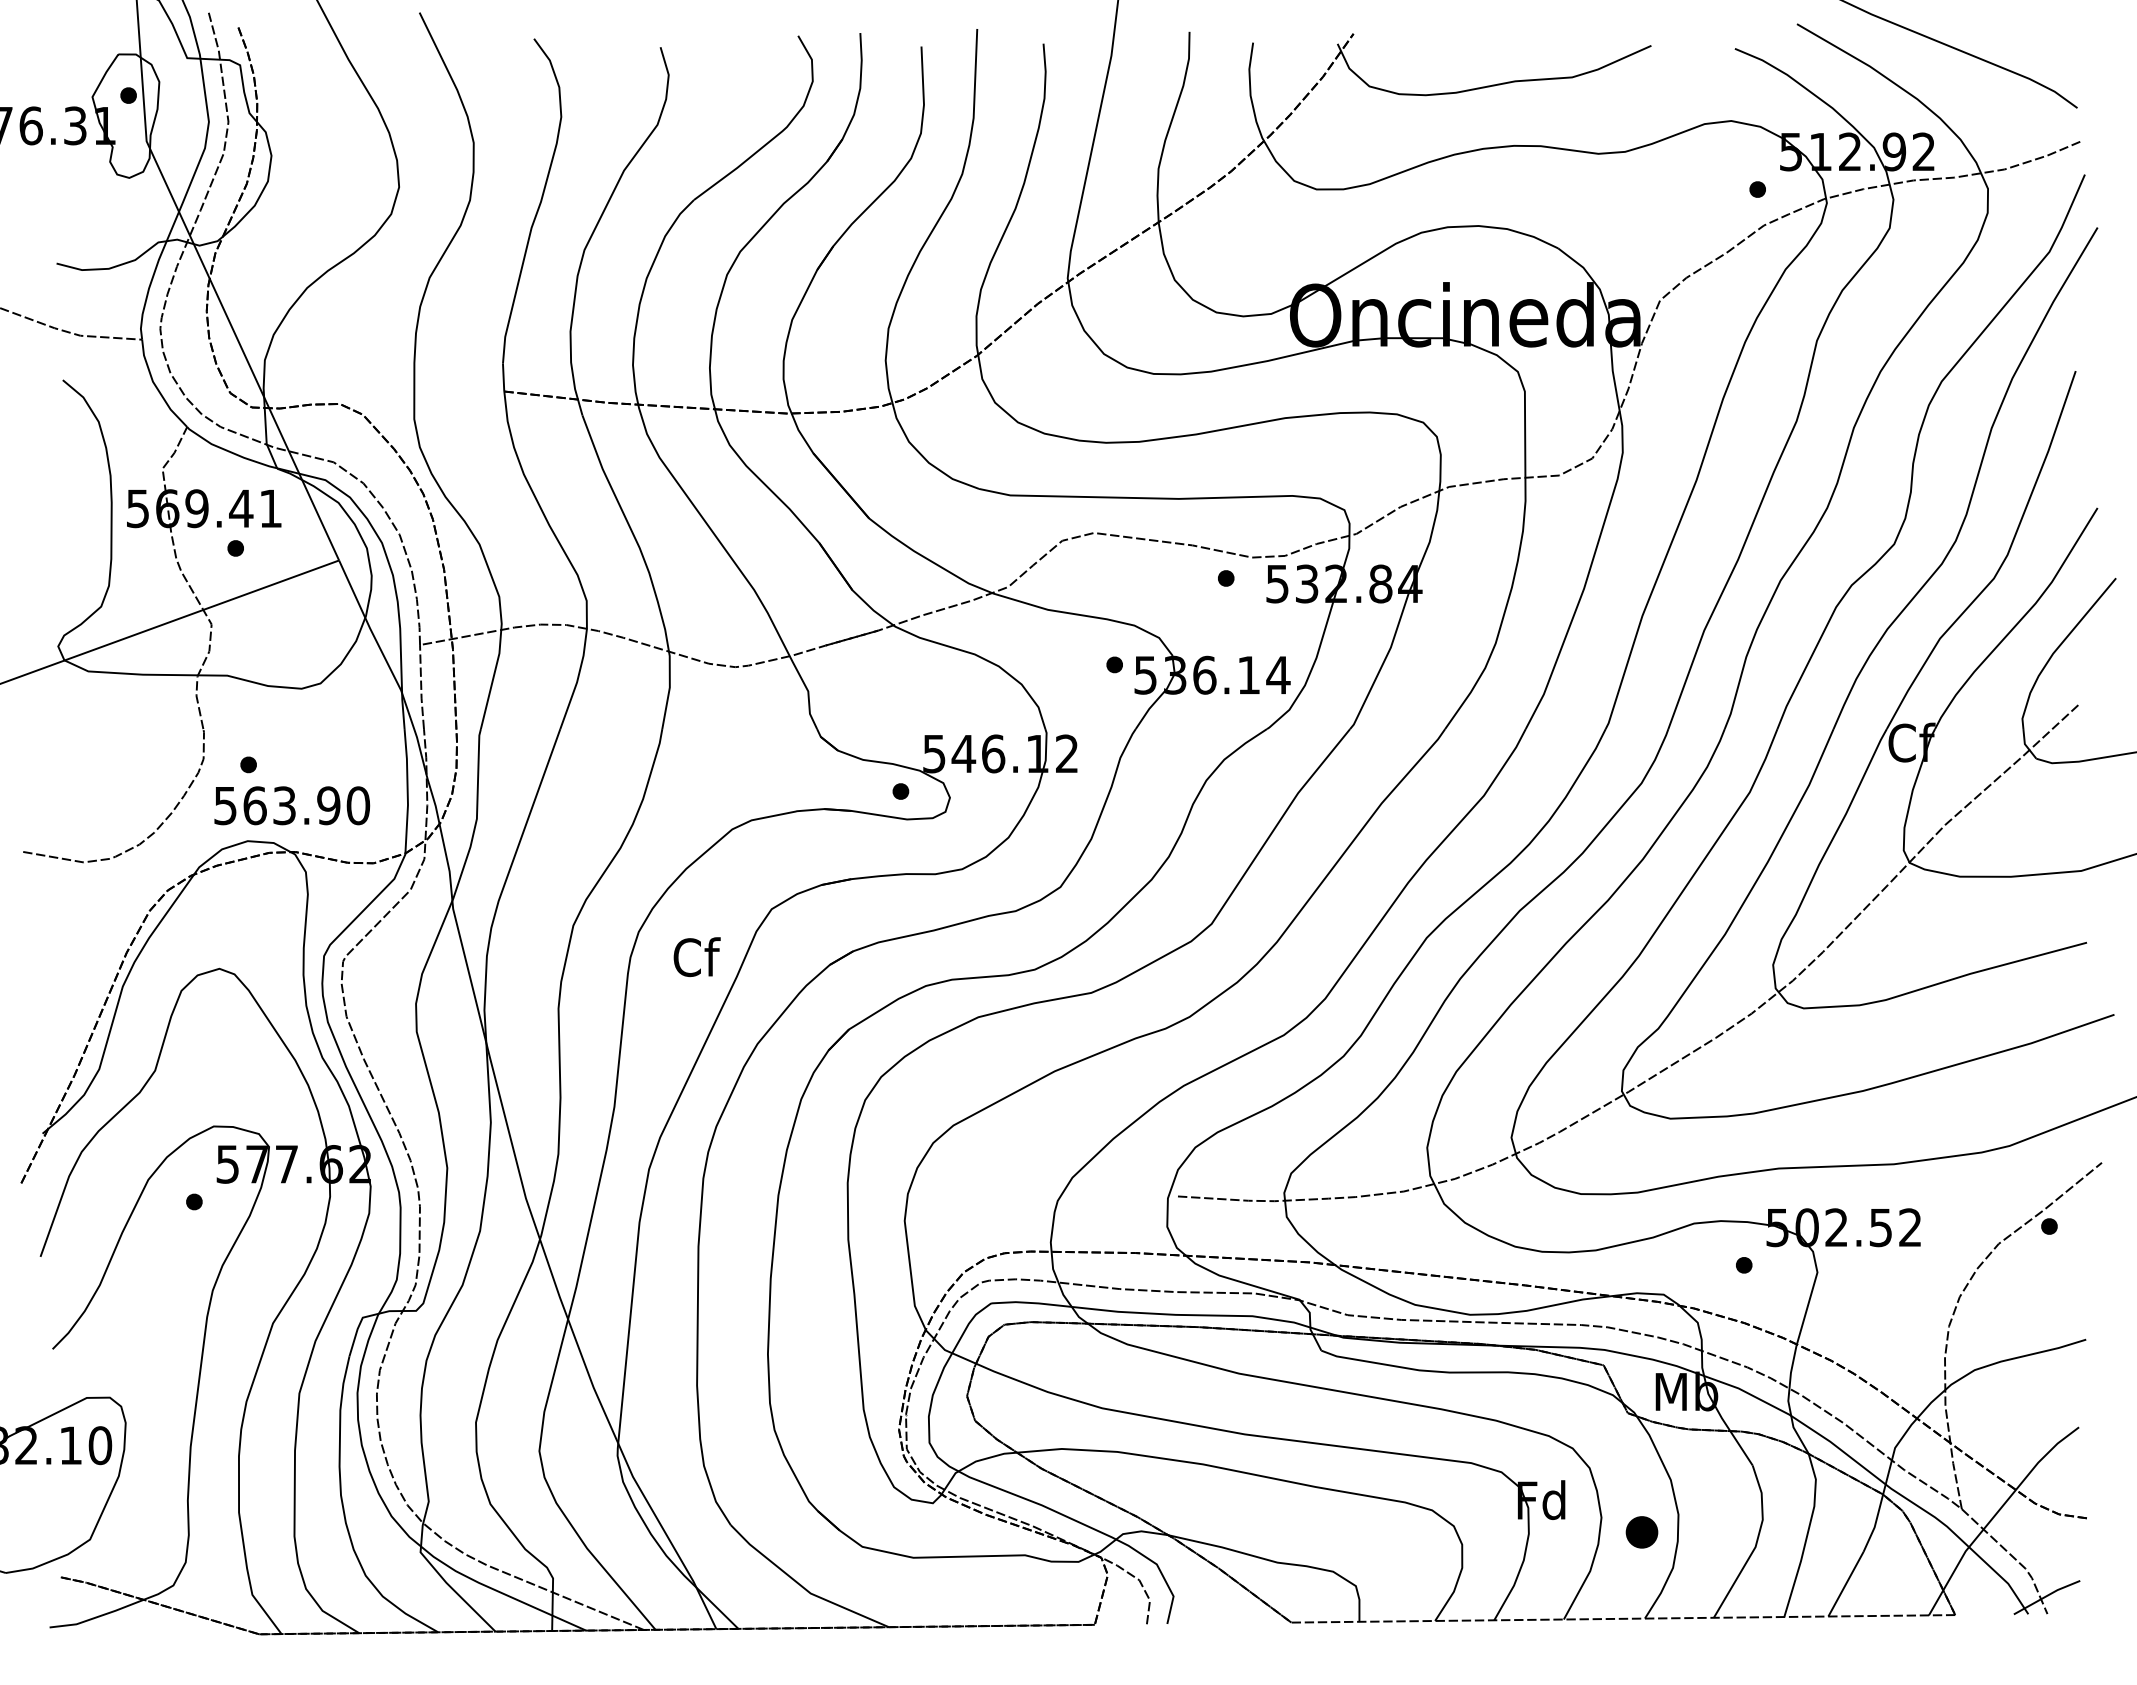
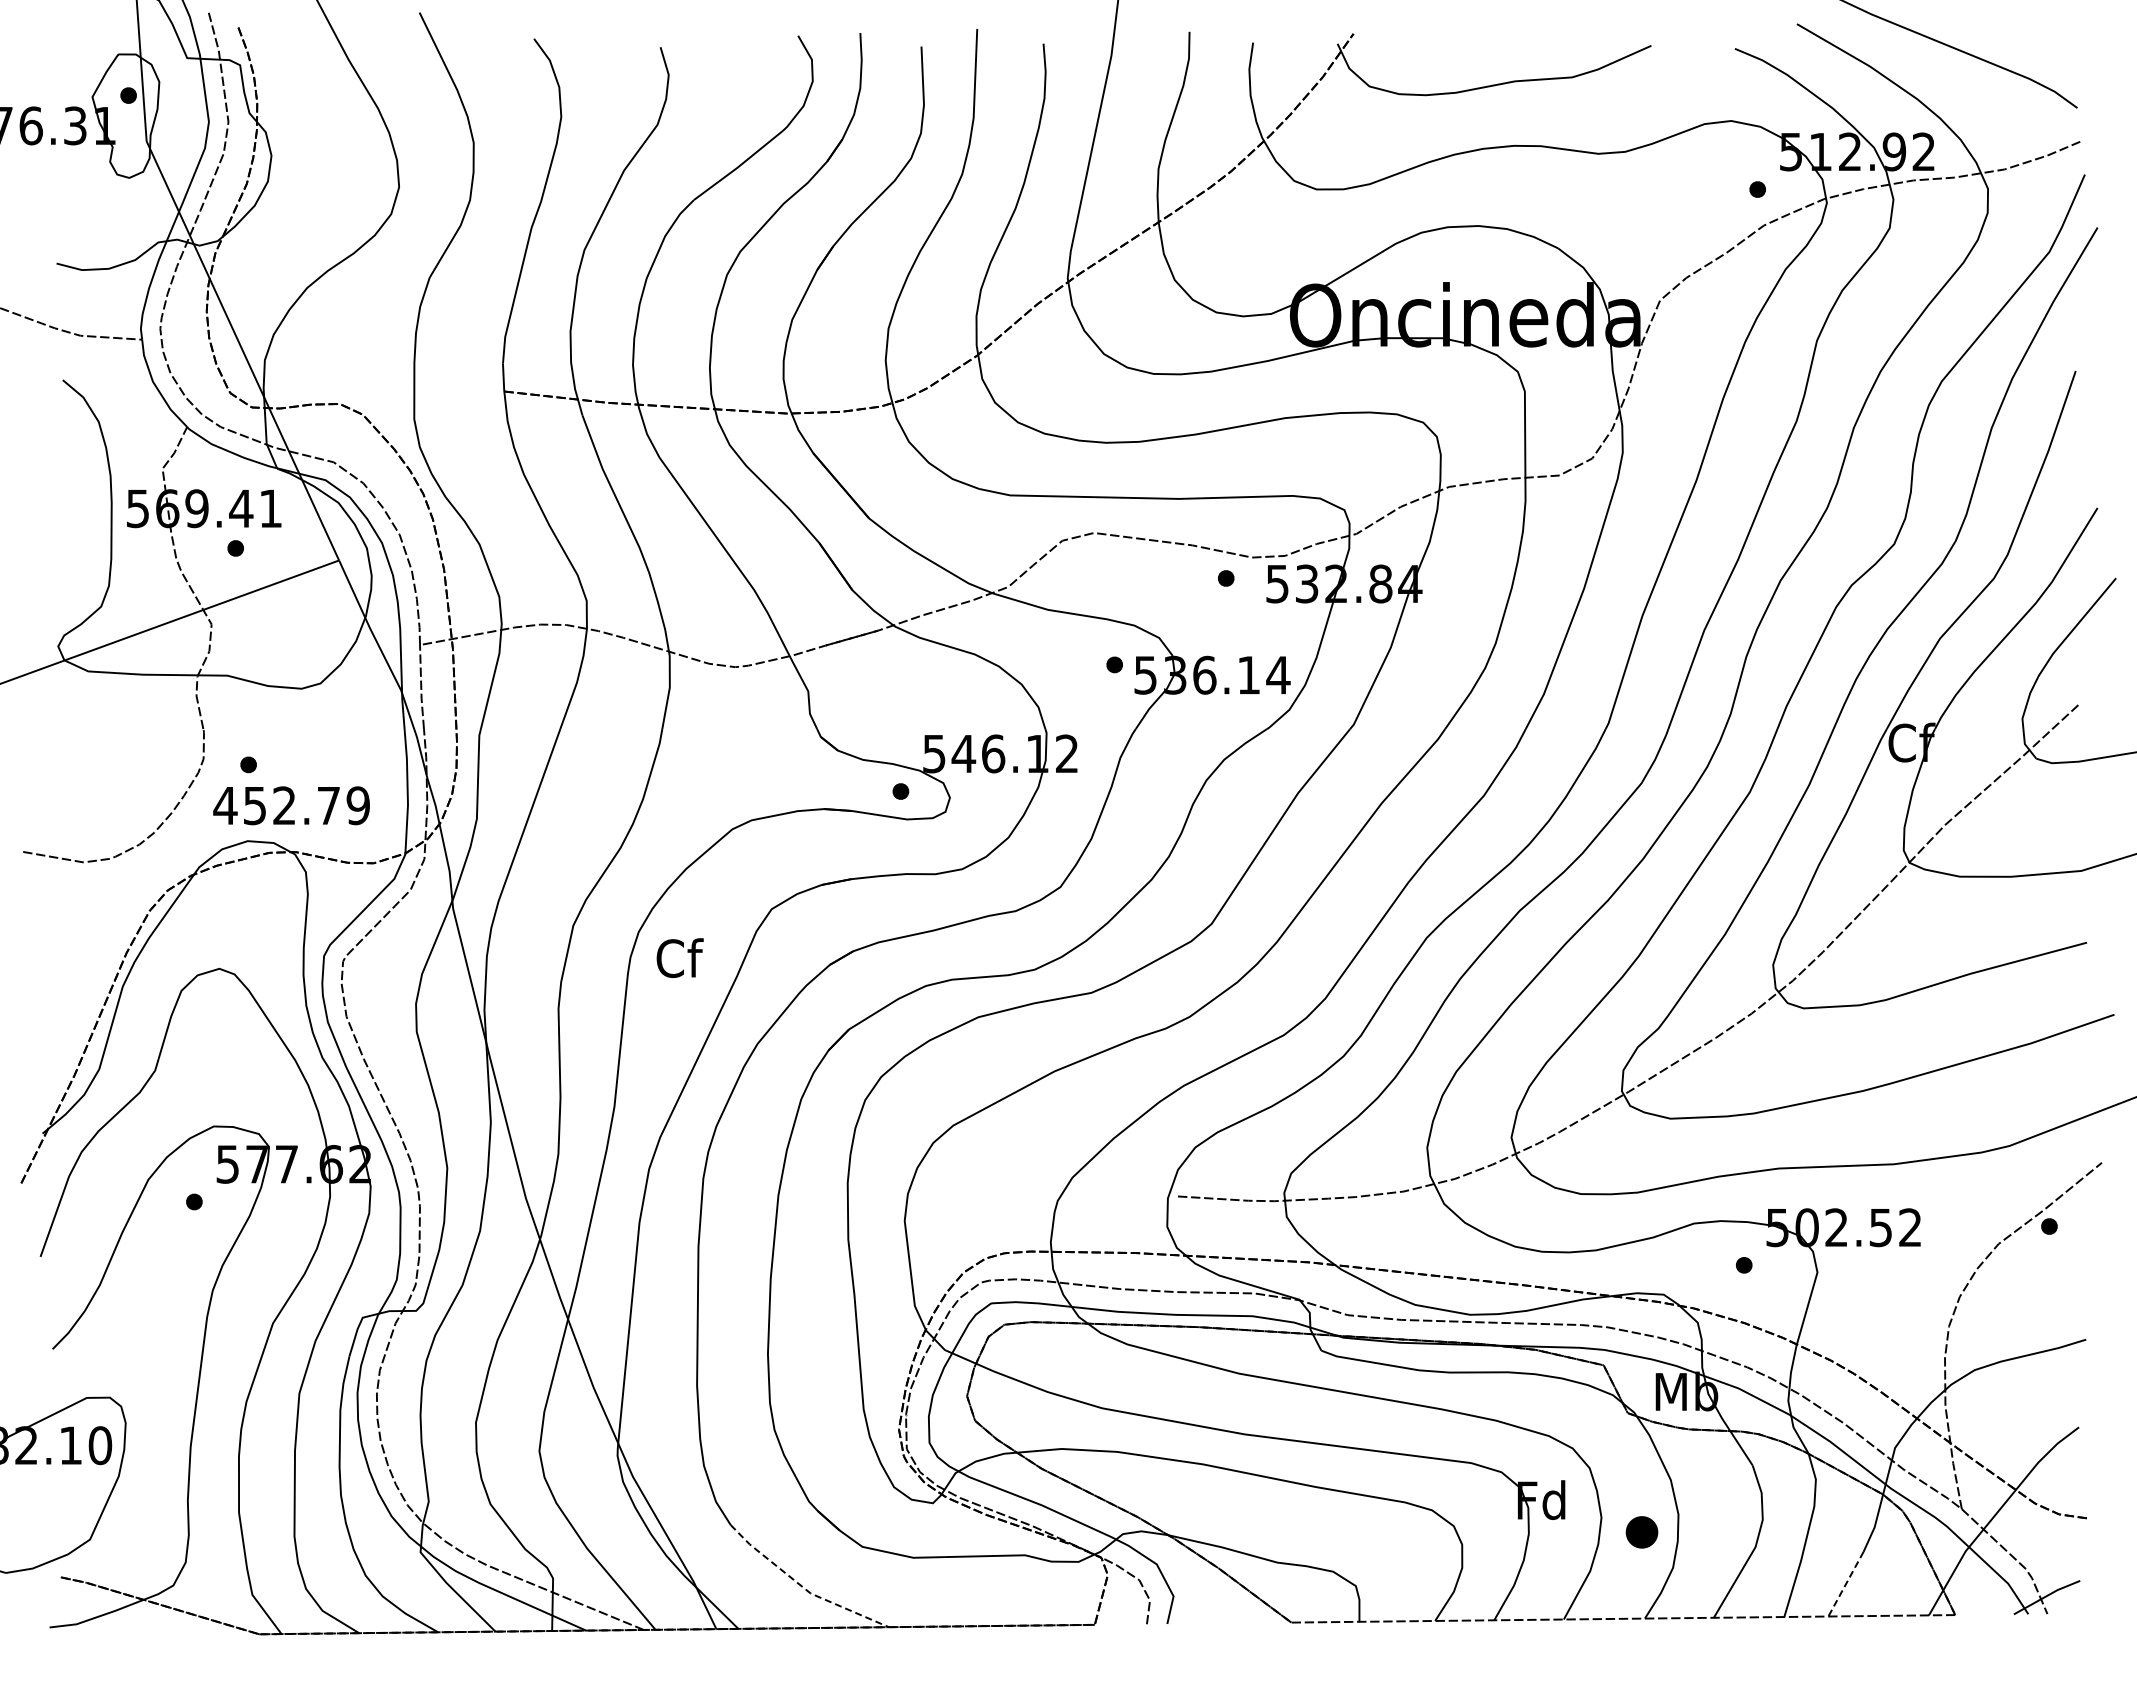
text at (291, 805): 563.90 -> 452.79
text at (696, 957) position: (696, 957) -> (679, 958)
line at (1845, 1584): solid -> dashed
line at (803, 1587): solid -> dashed
